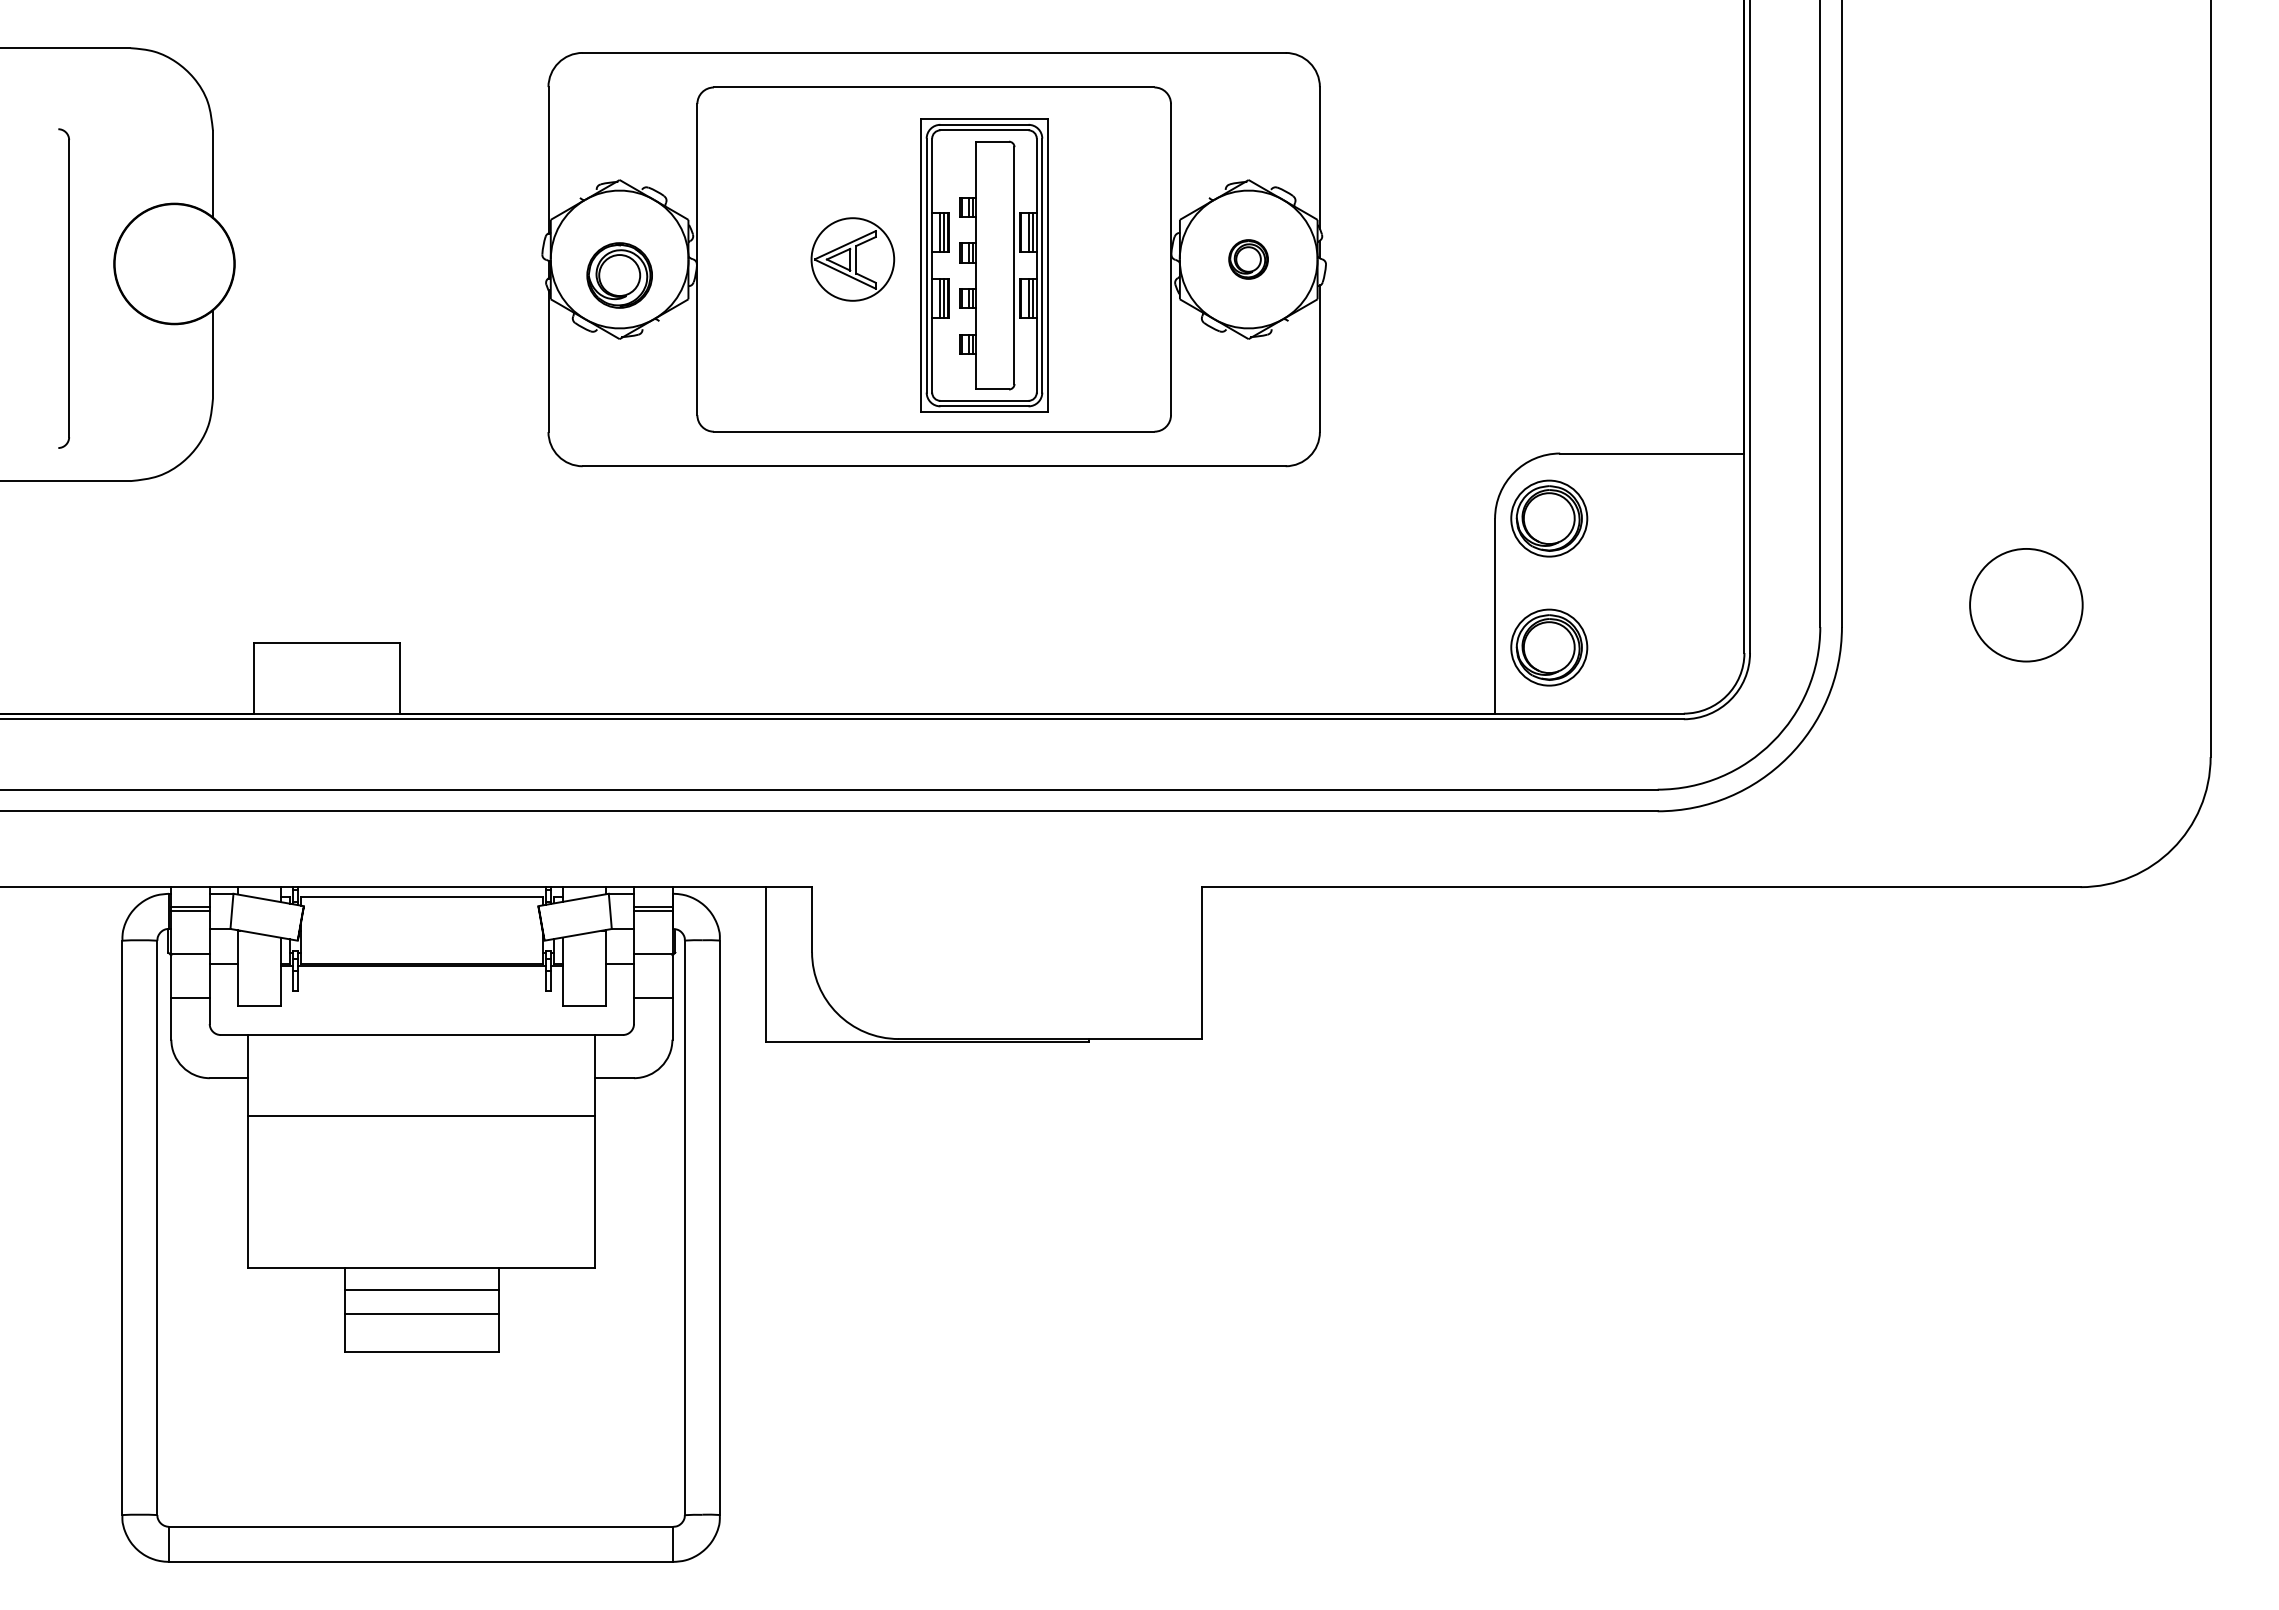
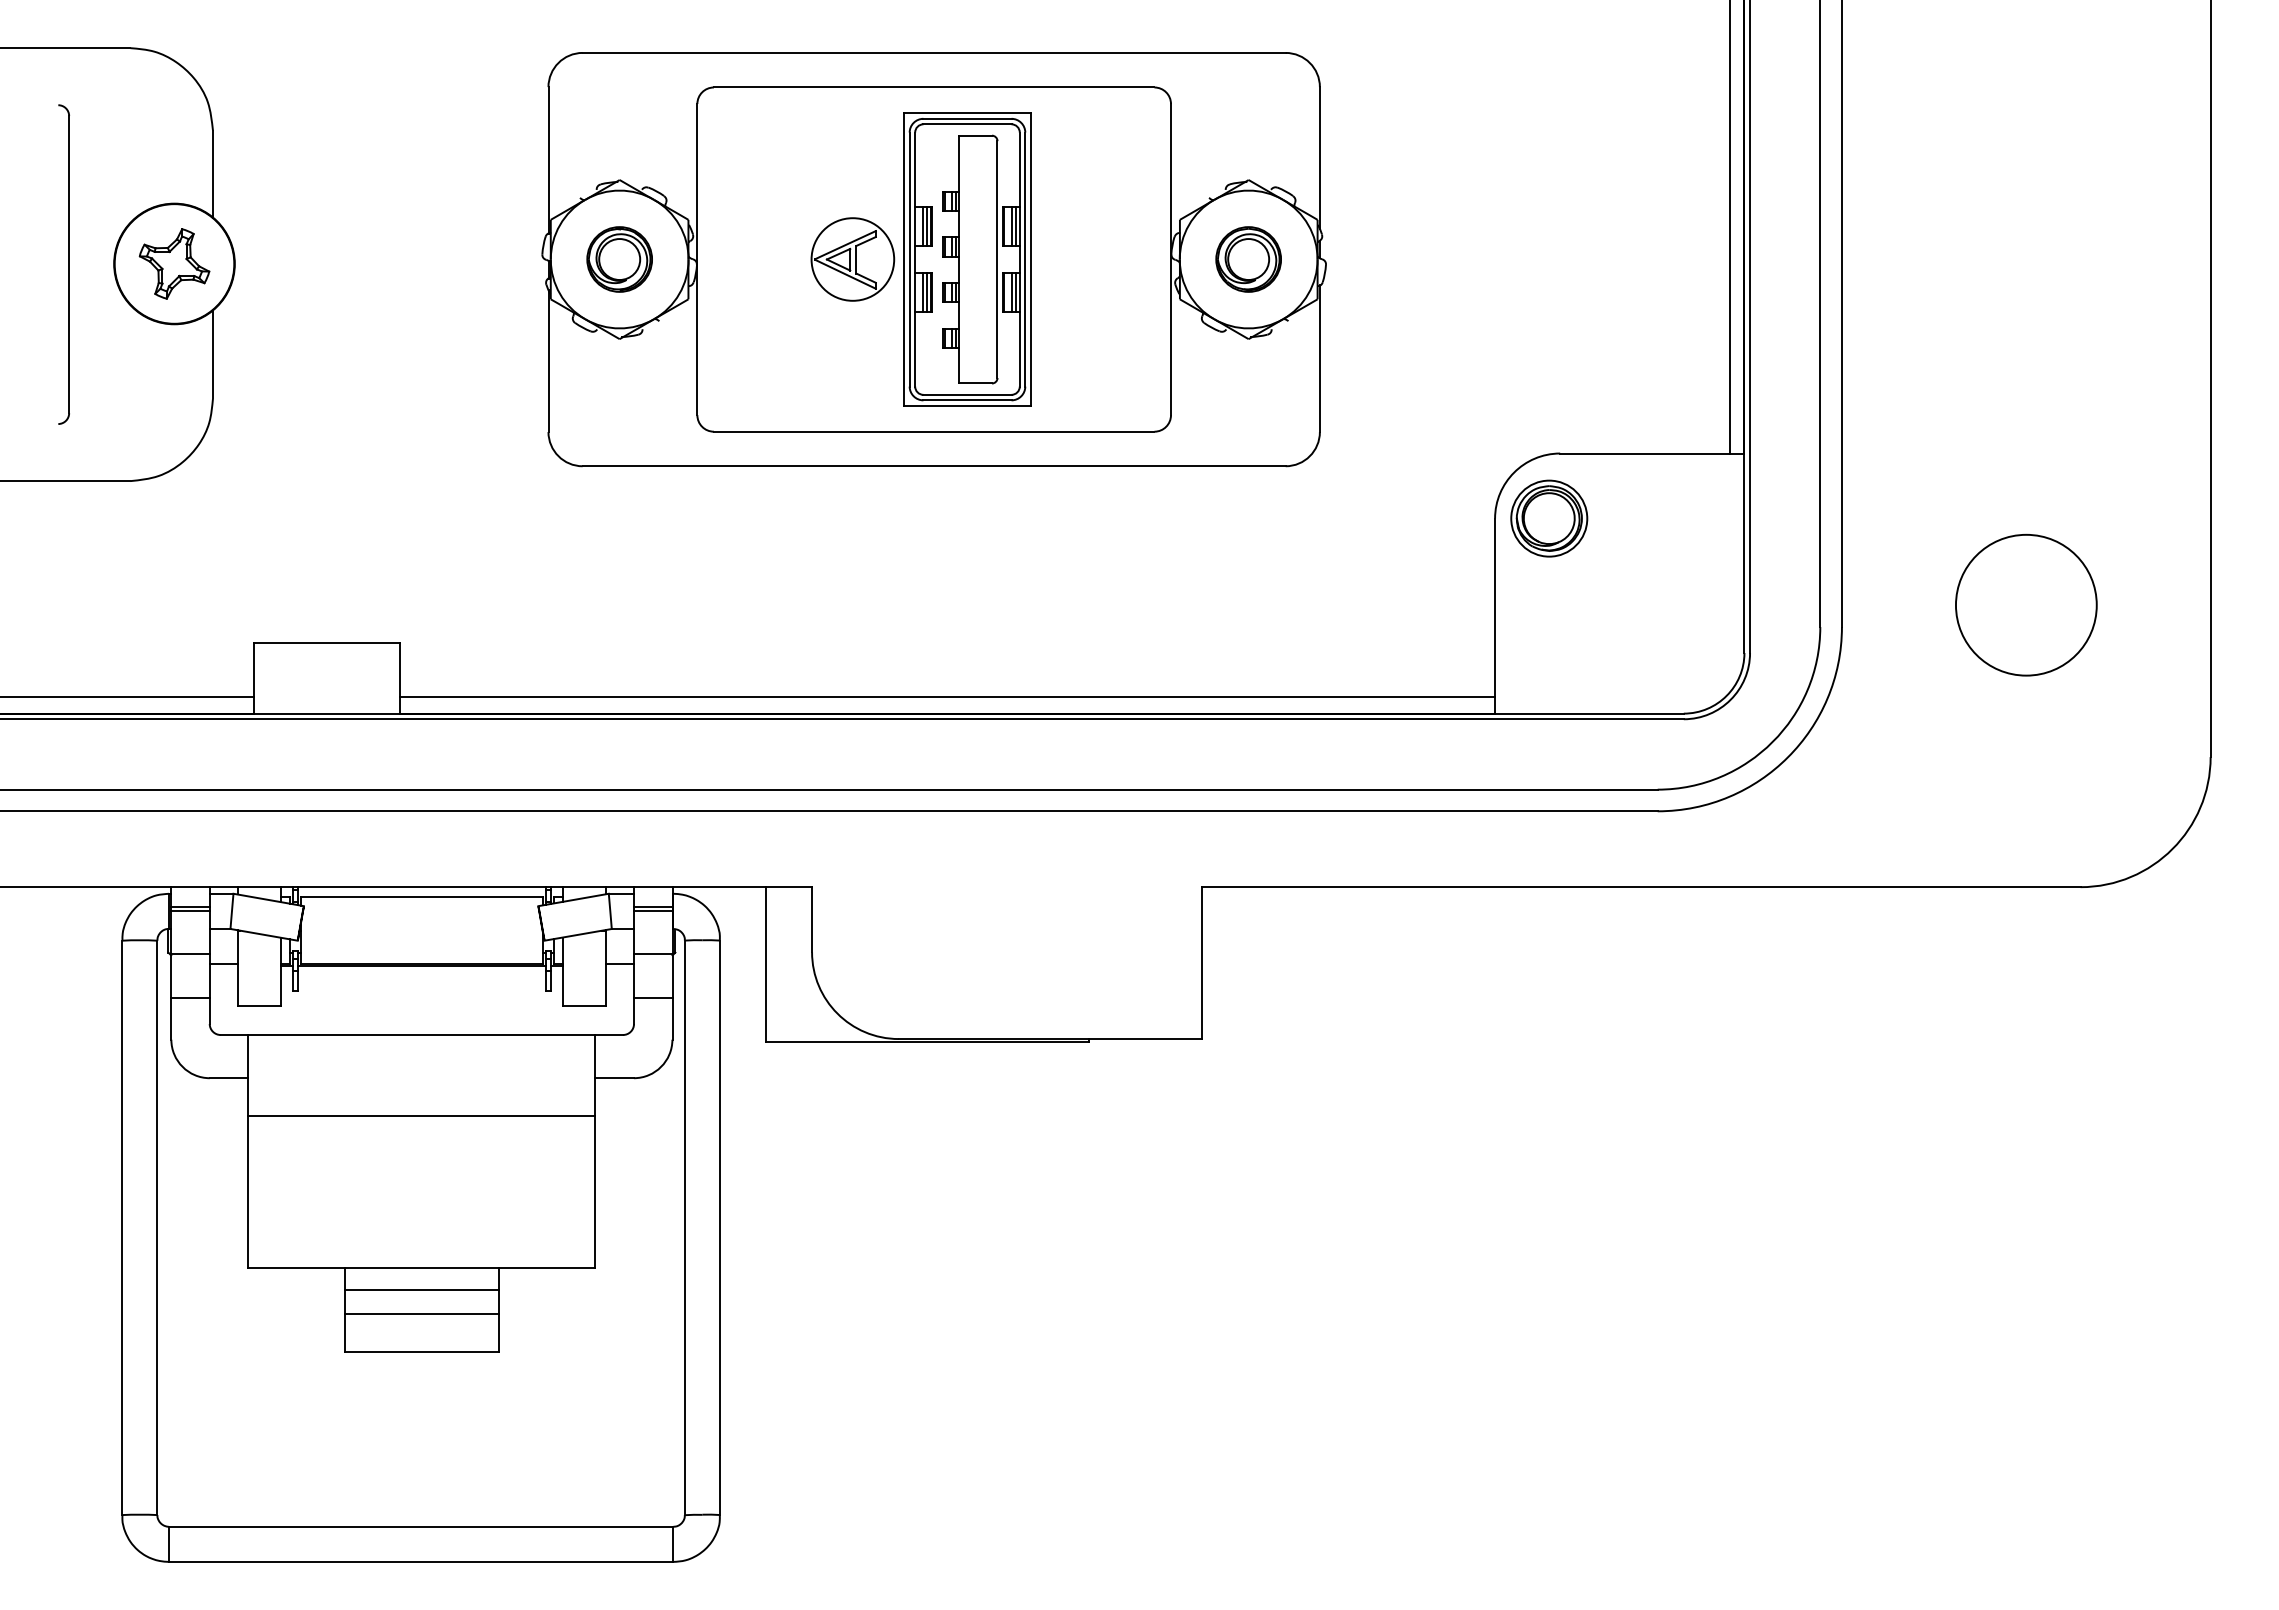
line at (1730, 227): none -> present
part at (1248, 259) size: 41x41 px -> 67x67 px
part at (174, 263): none -> present
part at (984, 265) position: (984, 265) -> (967, 259)
part at (619, 275) position: (619, 275) -> (619, 259)
part at (63, 288) position: (63, 288) -> (63, 264)
circle at (2026, 604) diameter: 113 px -> 141 px
part at (1549, 647): present -> none
line at (127, 697): none -> present
line at (947, 697): none -> present
